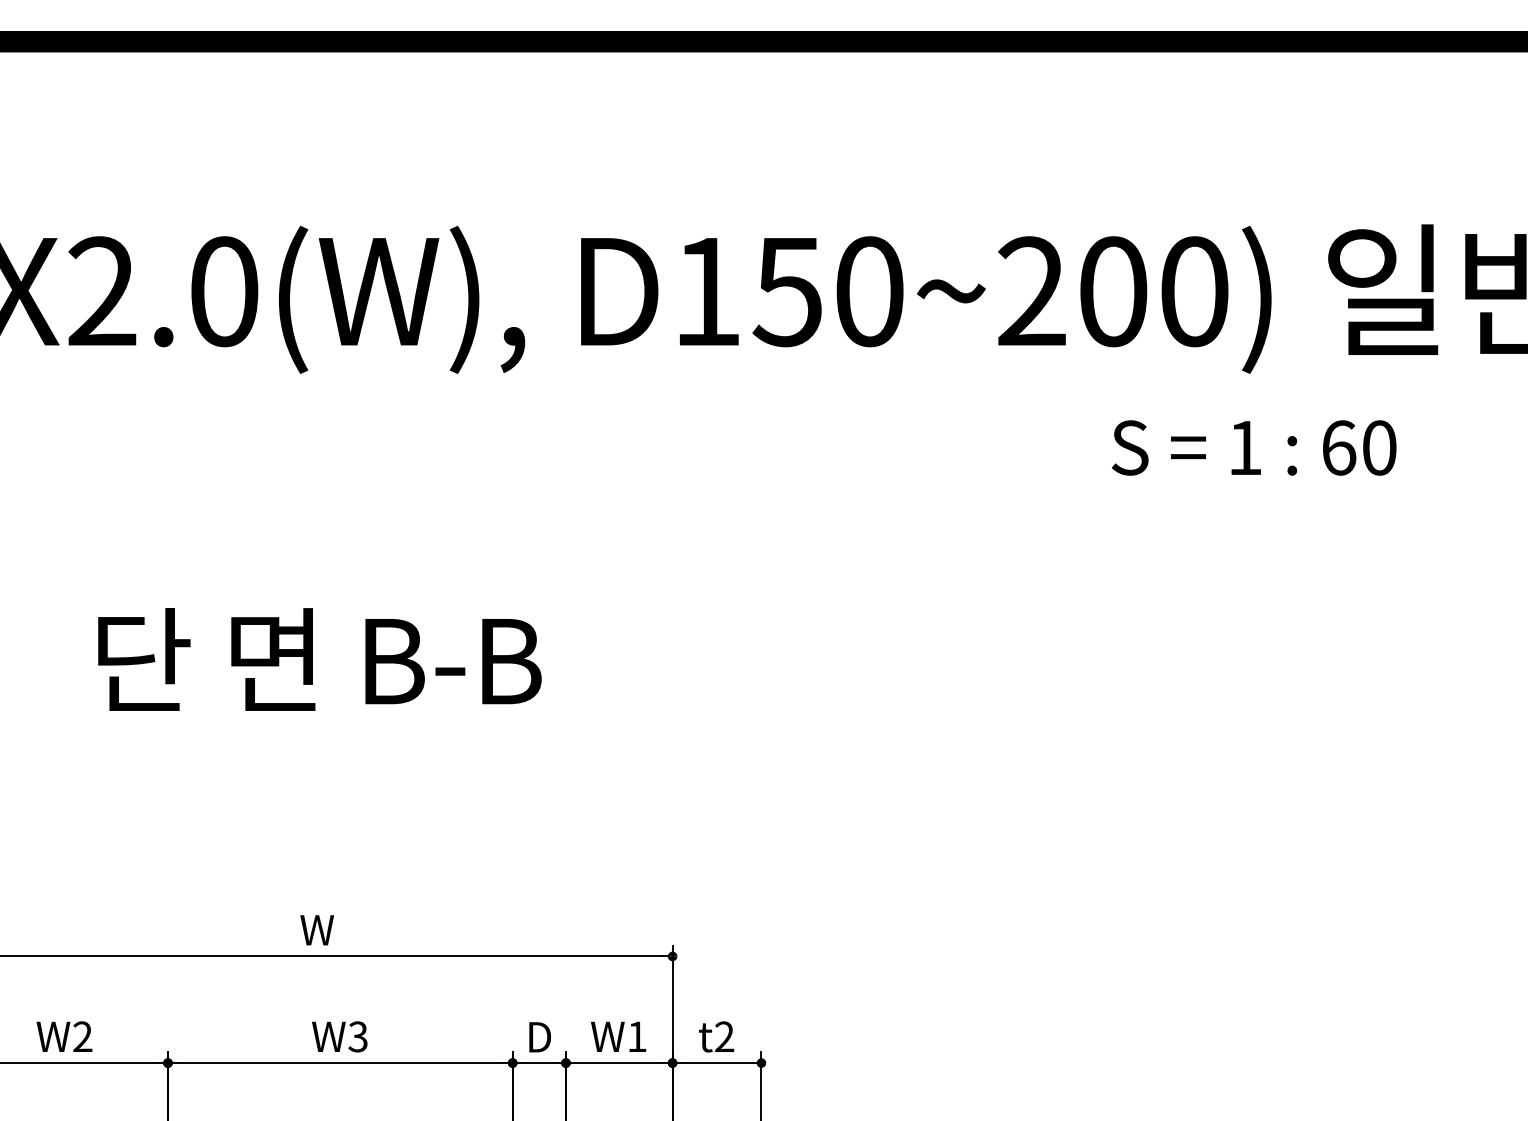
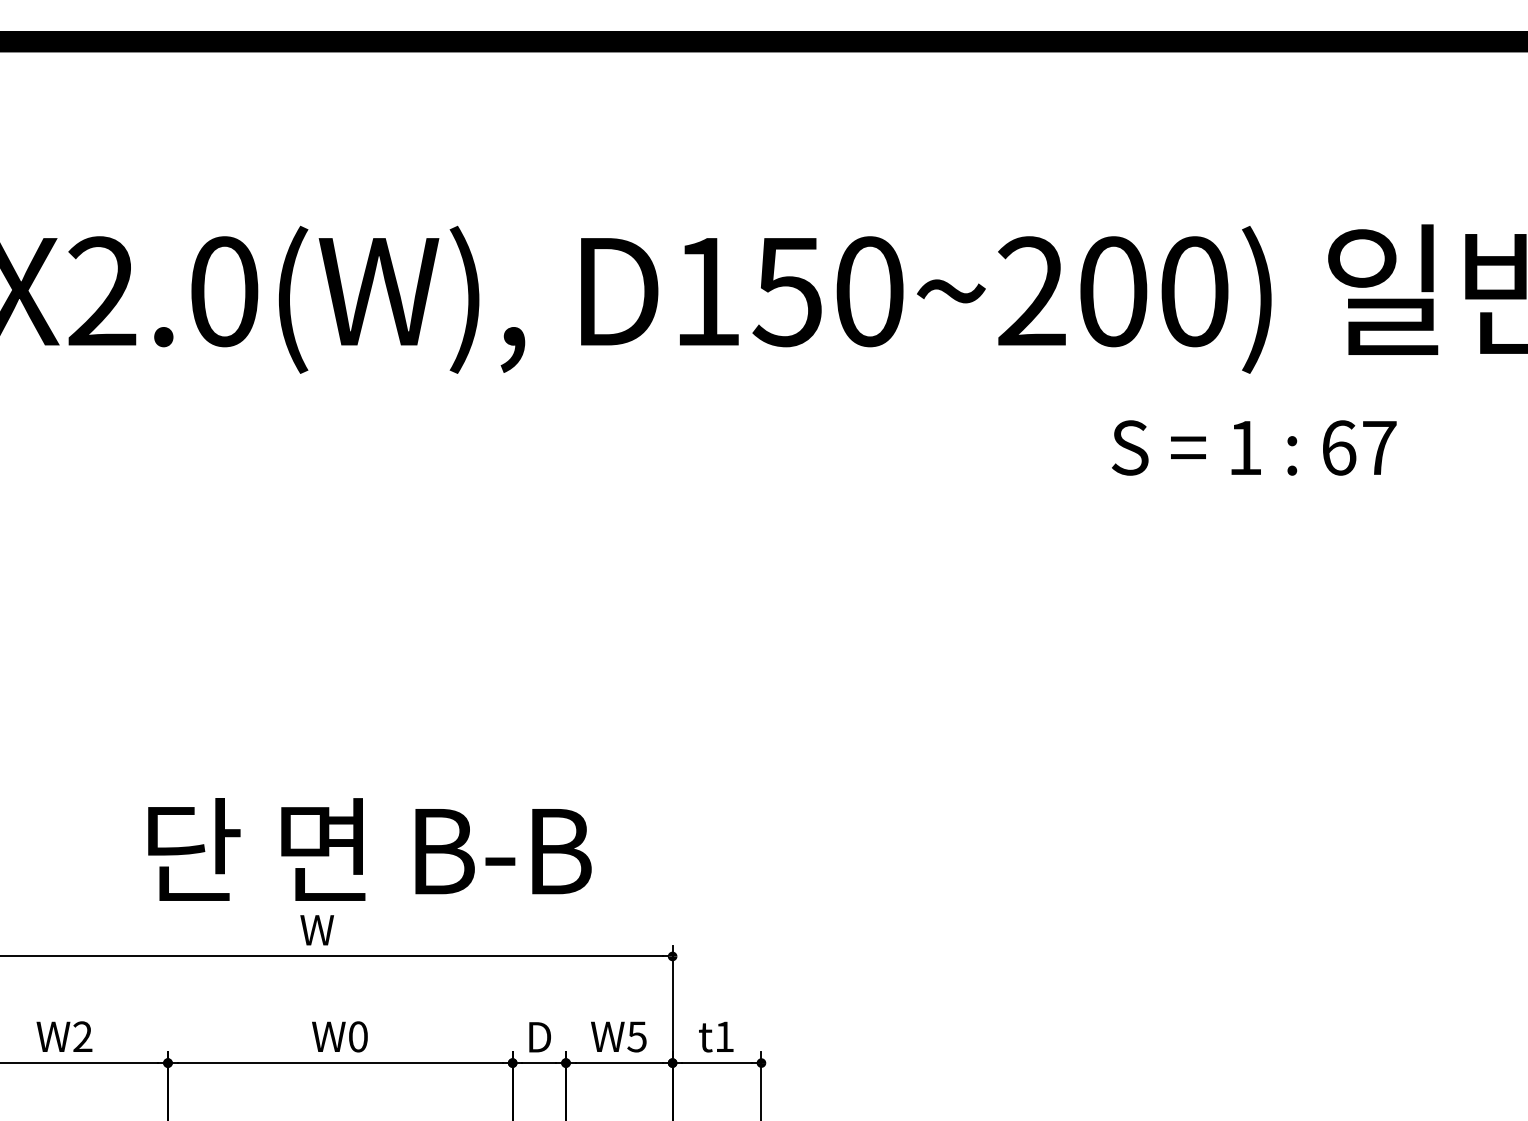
text at (1379, 447): 60 -> 67
text at (319, 659) position: (319, 659) -> (369, 849)
text at (357, 1036): W3 -> W0
text at (636, 1036): W1 -> W5
text at (724, 1036): t2 -> t1
